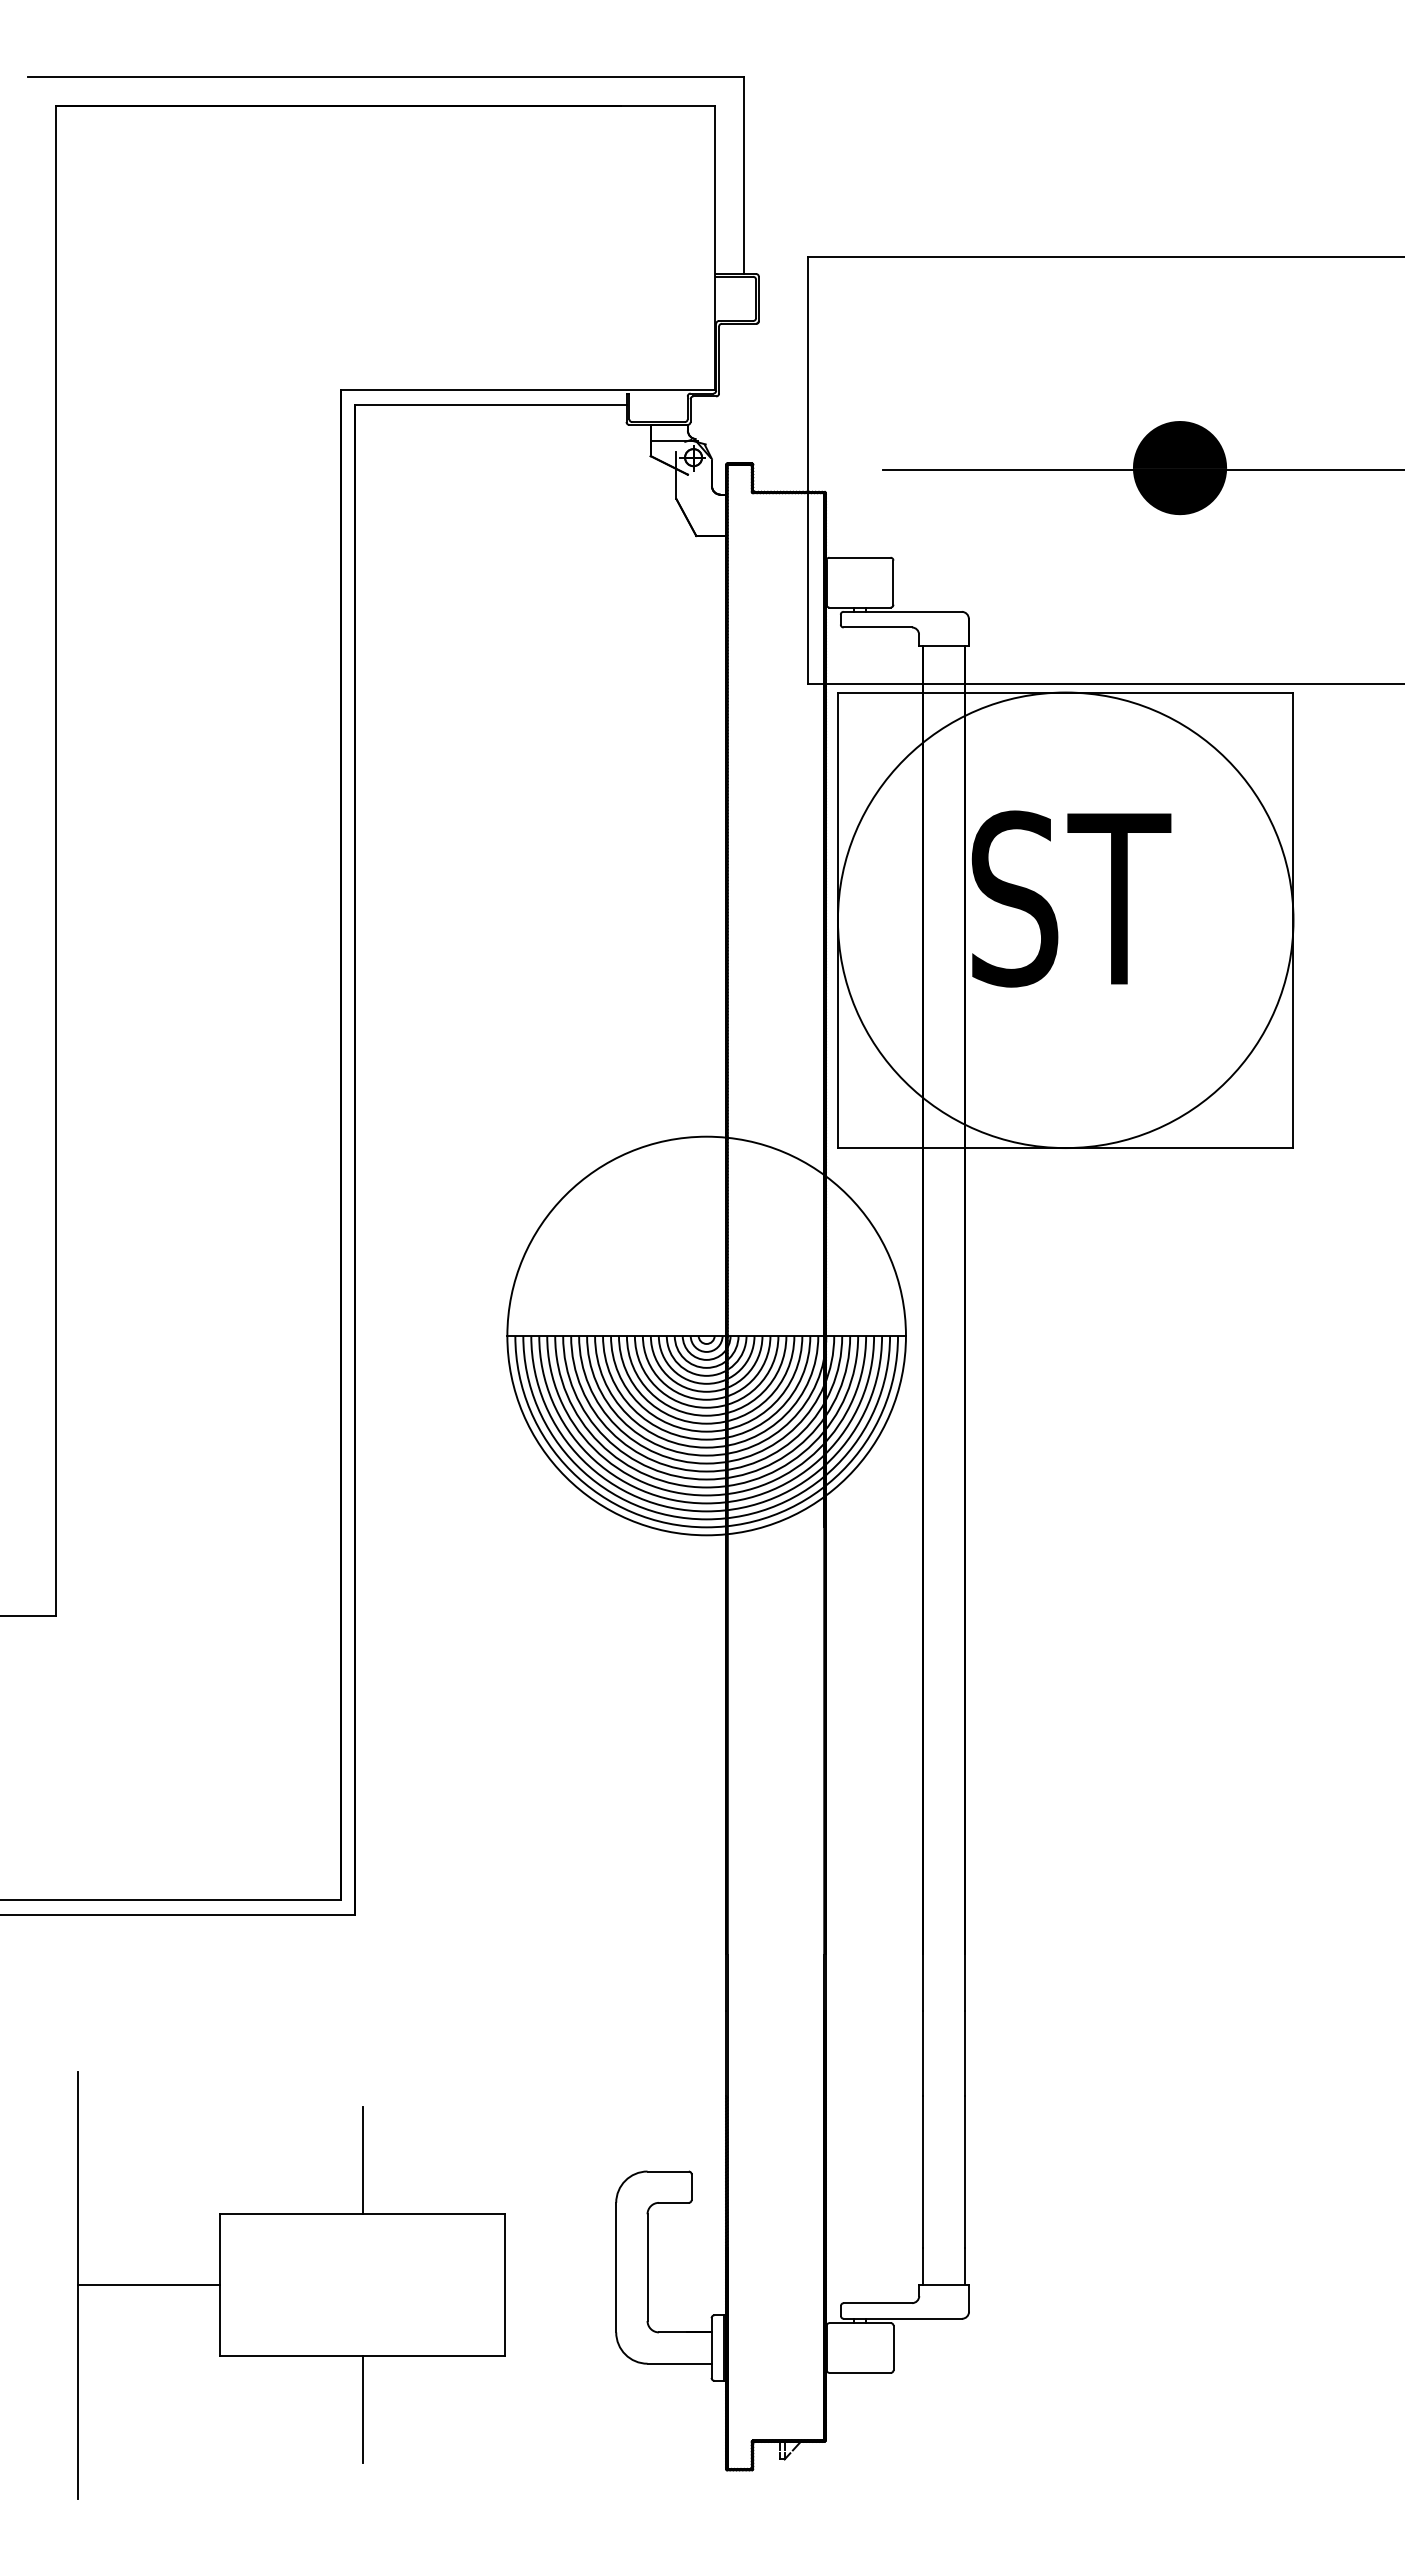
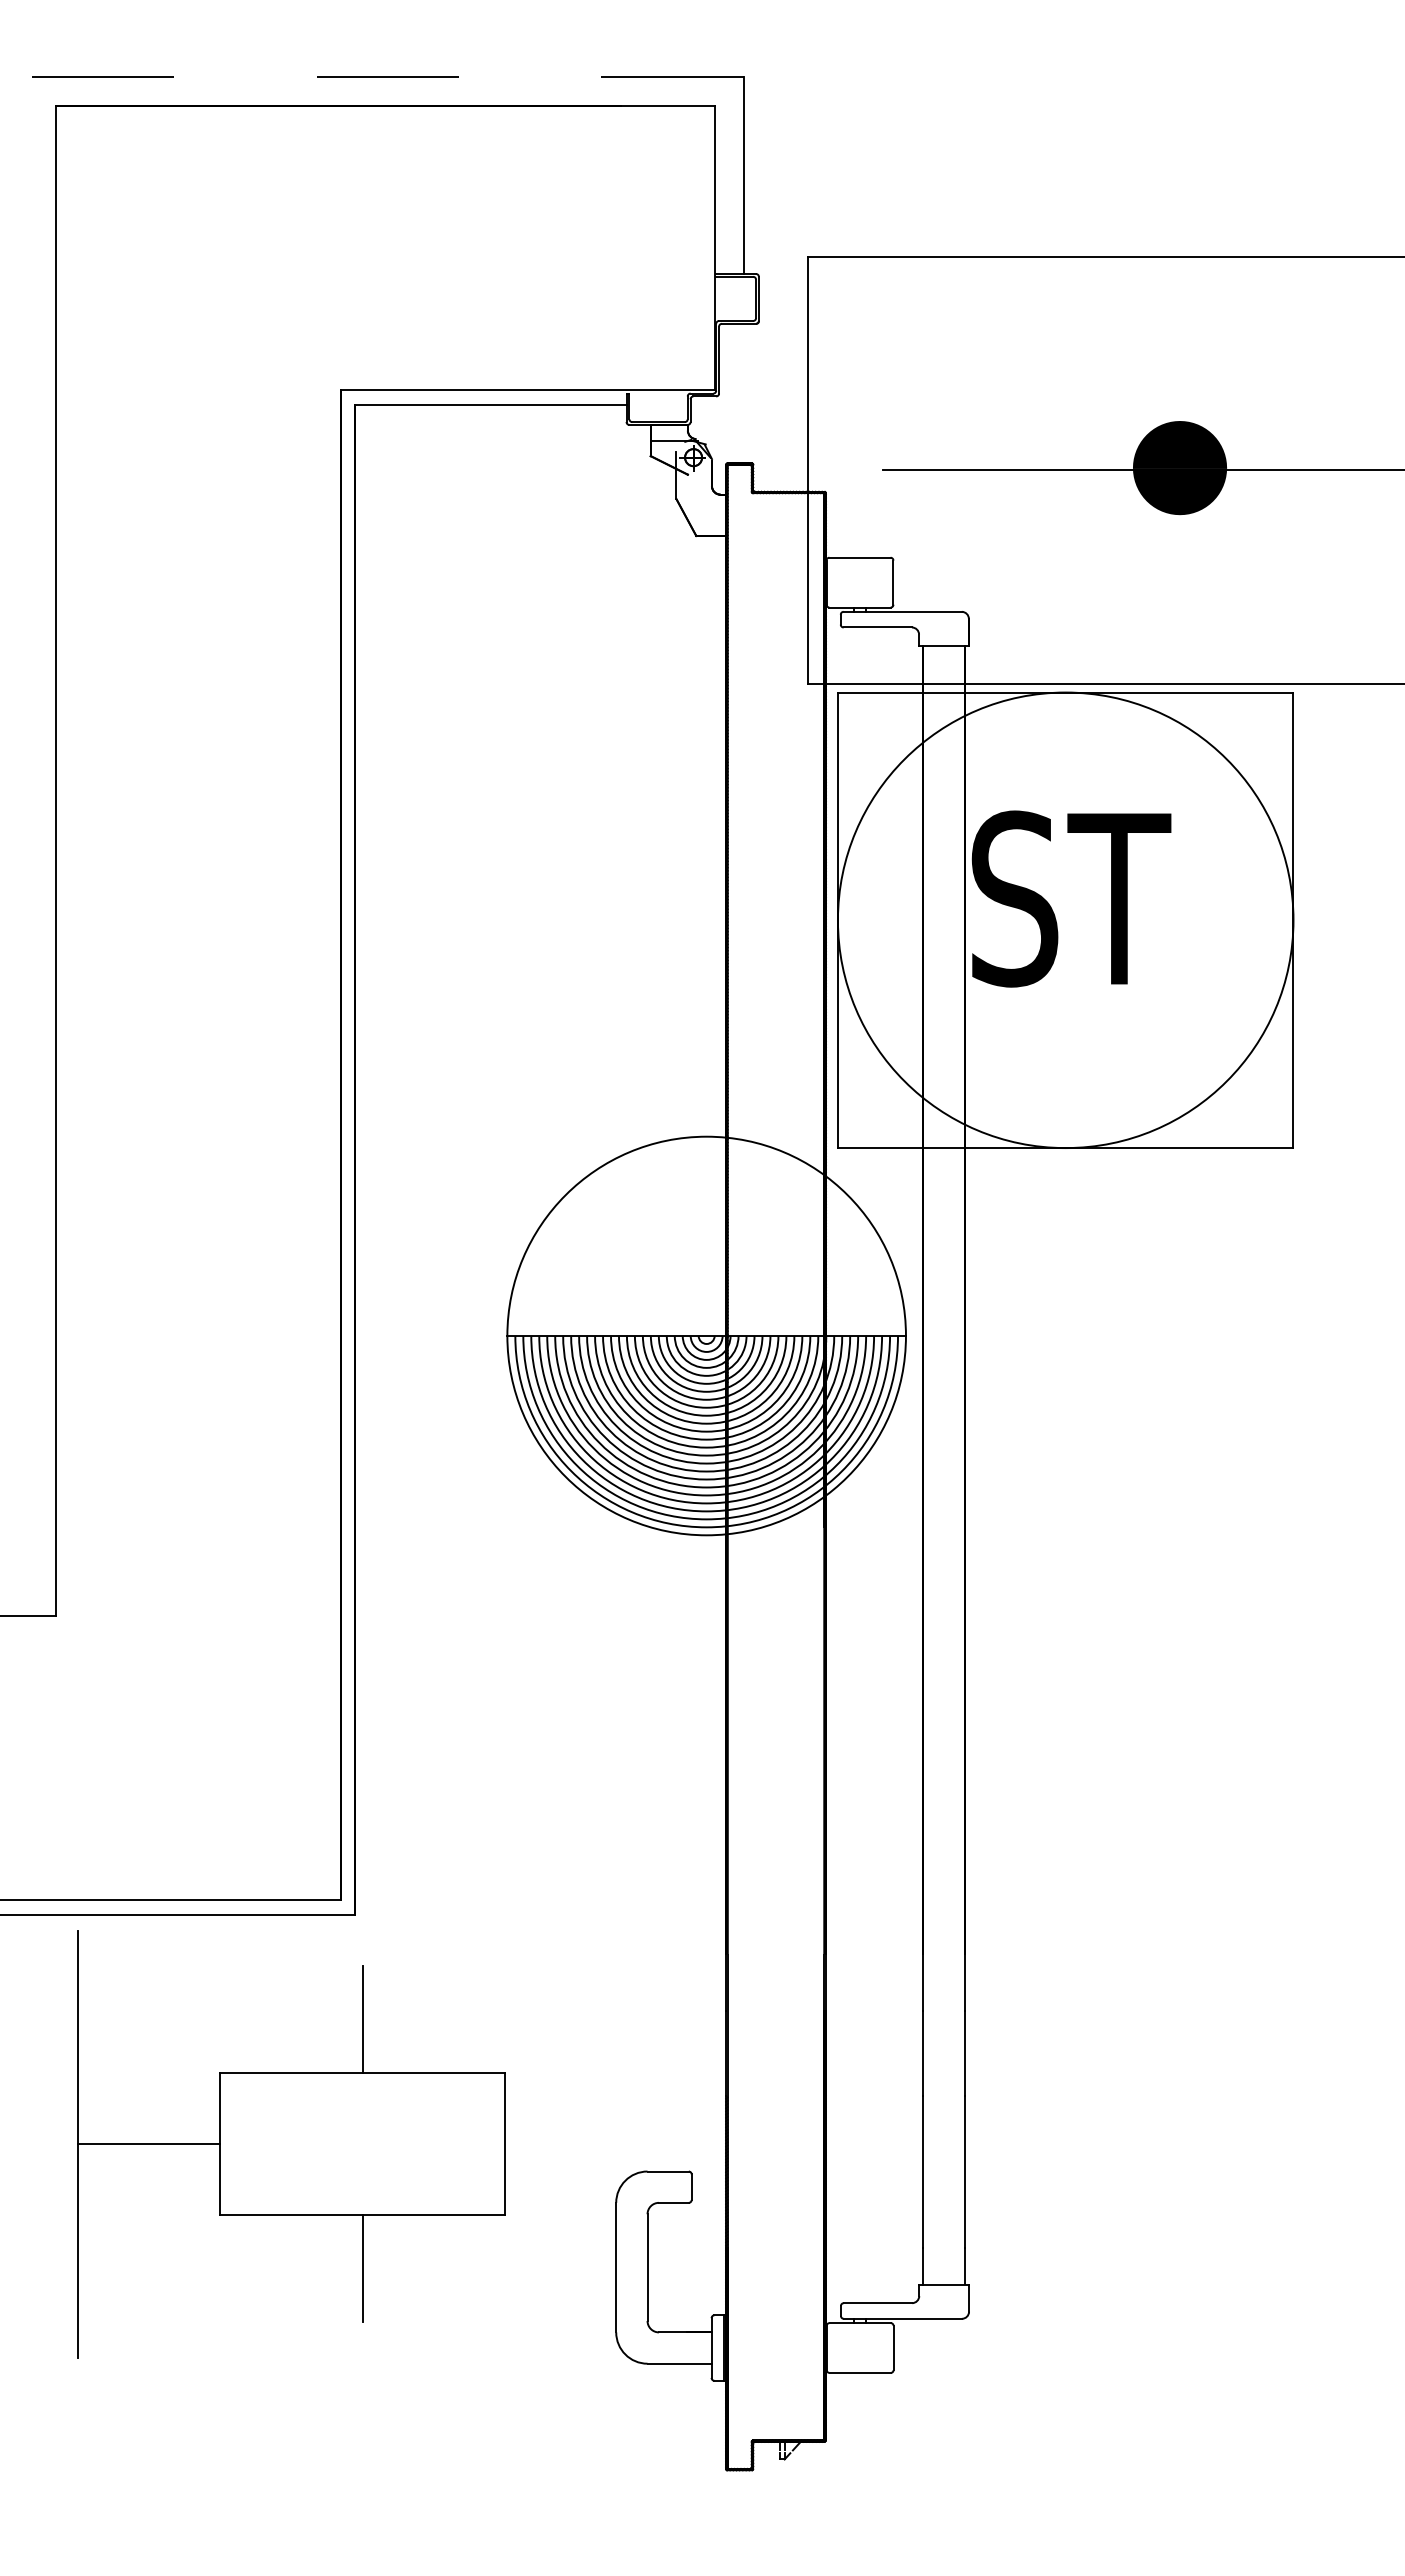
line at (385, 77): solid -> dashed
part at (291, 2285) position: (291, 2285) -> (291, 2144)
